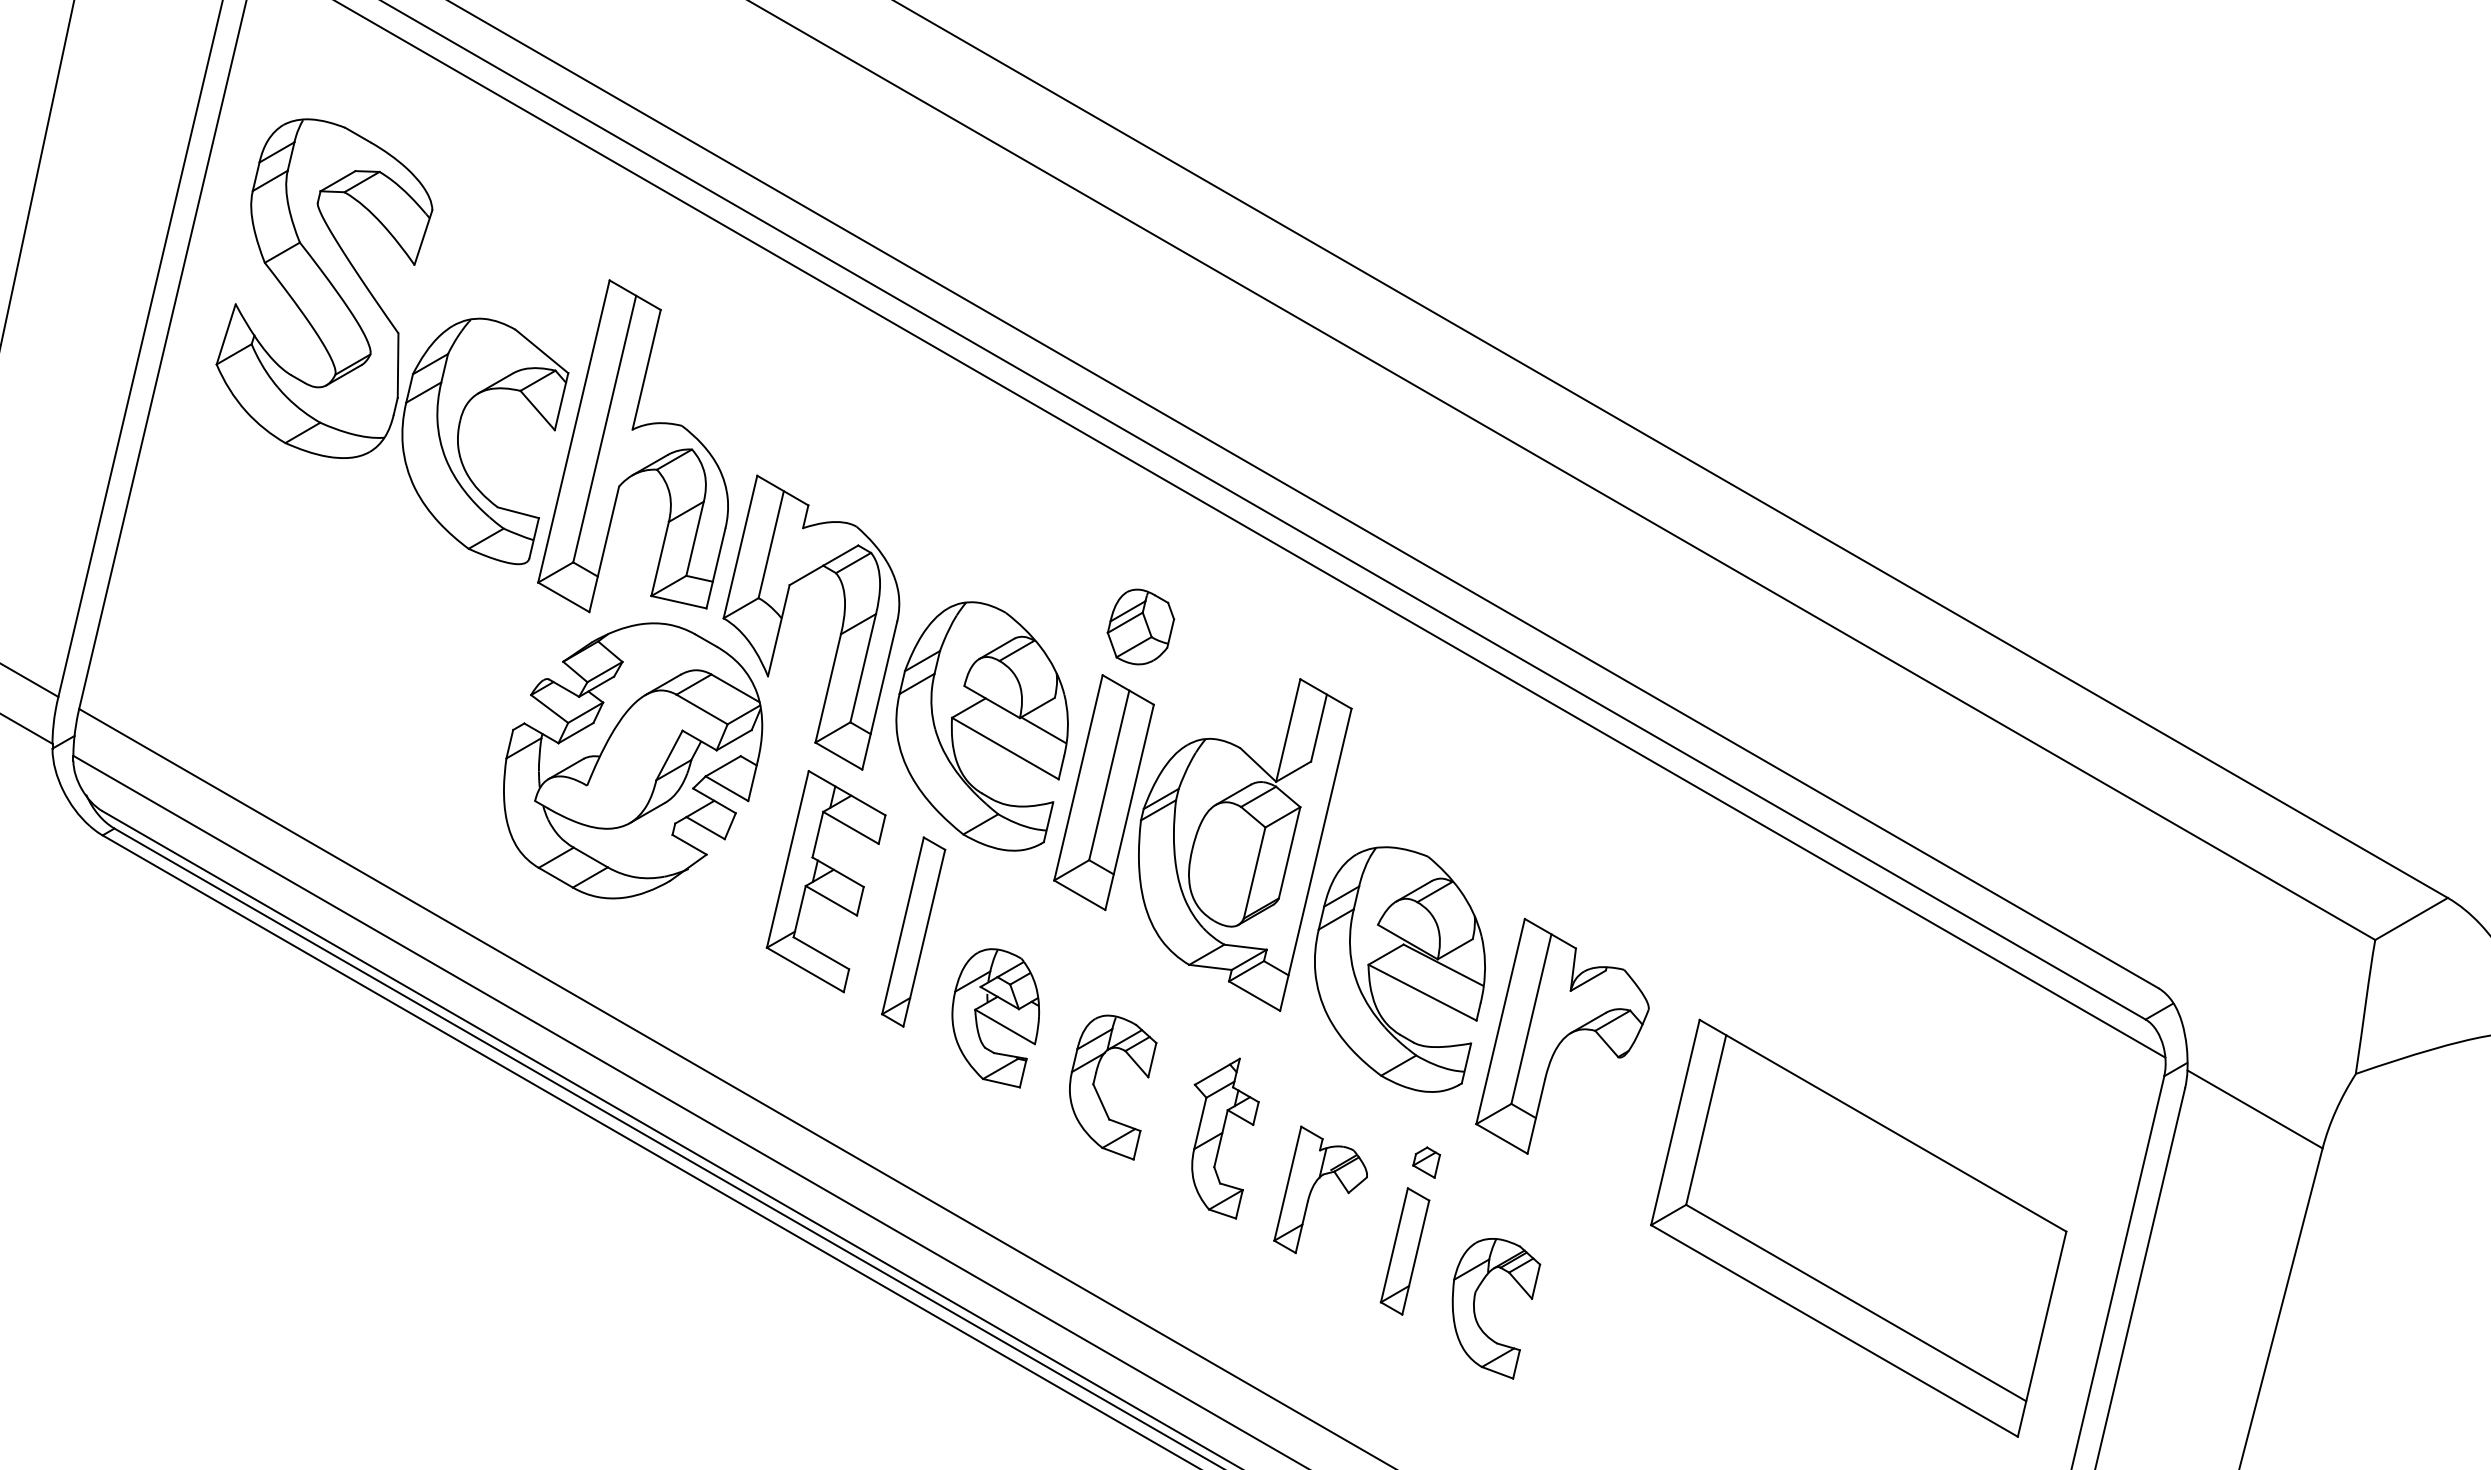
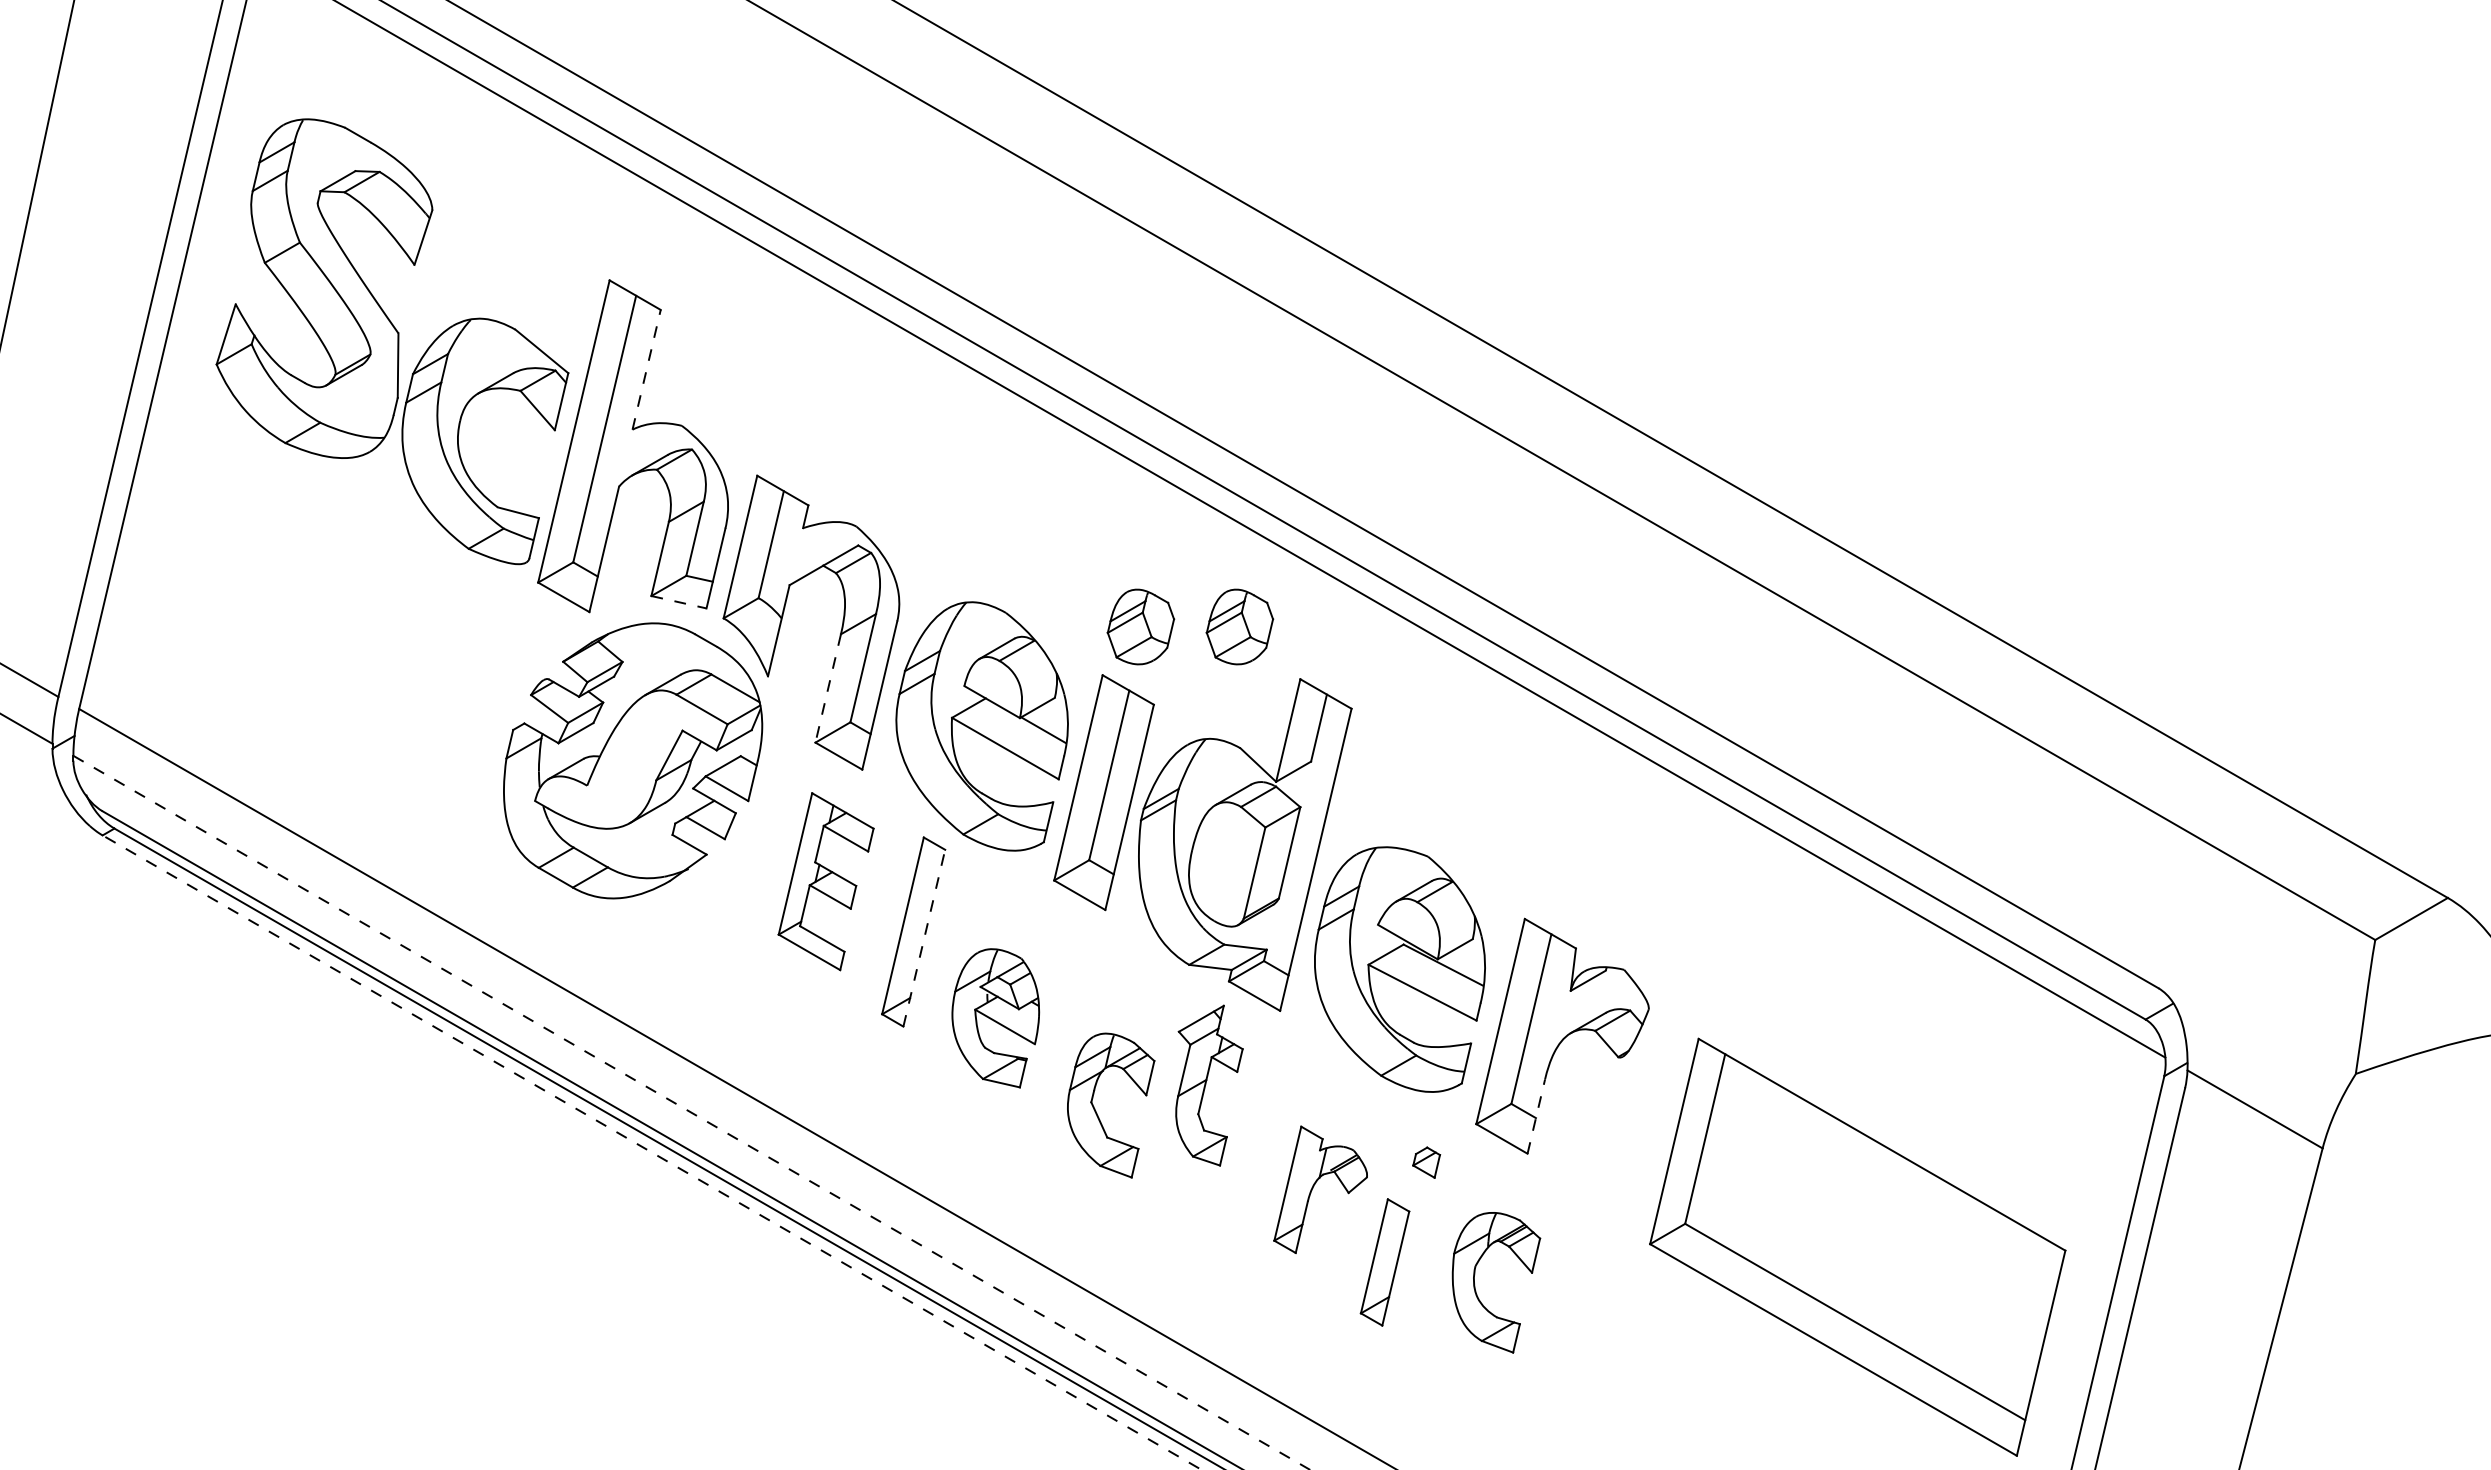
line at (646, 369): solid -> dashed
line at (679, 602): solid -> dashed
part at (1239, 626): none -> present
line at (828, 688): solid -> dashed
part at (825, 881) size: 122x224 px -> 98x180 px
line at (924, 938): solid -> dashed
part at (1099, 1095) position: (1099, 1095) -> (1097, 1113)
line at (691, 1112): solid -> dashed
line at (1536, 1116): solid -> dashed
part at (1225, 1138) position: (1225, 1138) -> (1209, 1085)
line at (651, 1152): solid -> dashed
part at (1858, 1227) position: (1858, 1227) -> (1857, 1246)
part at (1404, 1251) position: (1404, 1251) -> (1384, 1262)
part at (1475, 1311) position: (1475, 1311) -> (1475, 1285)
